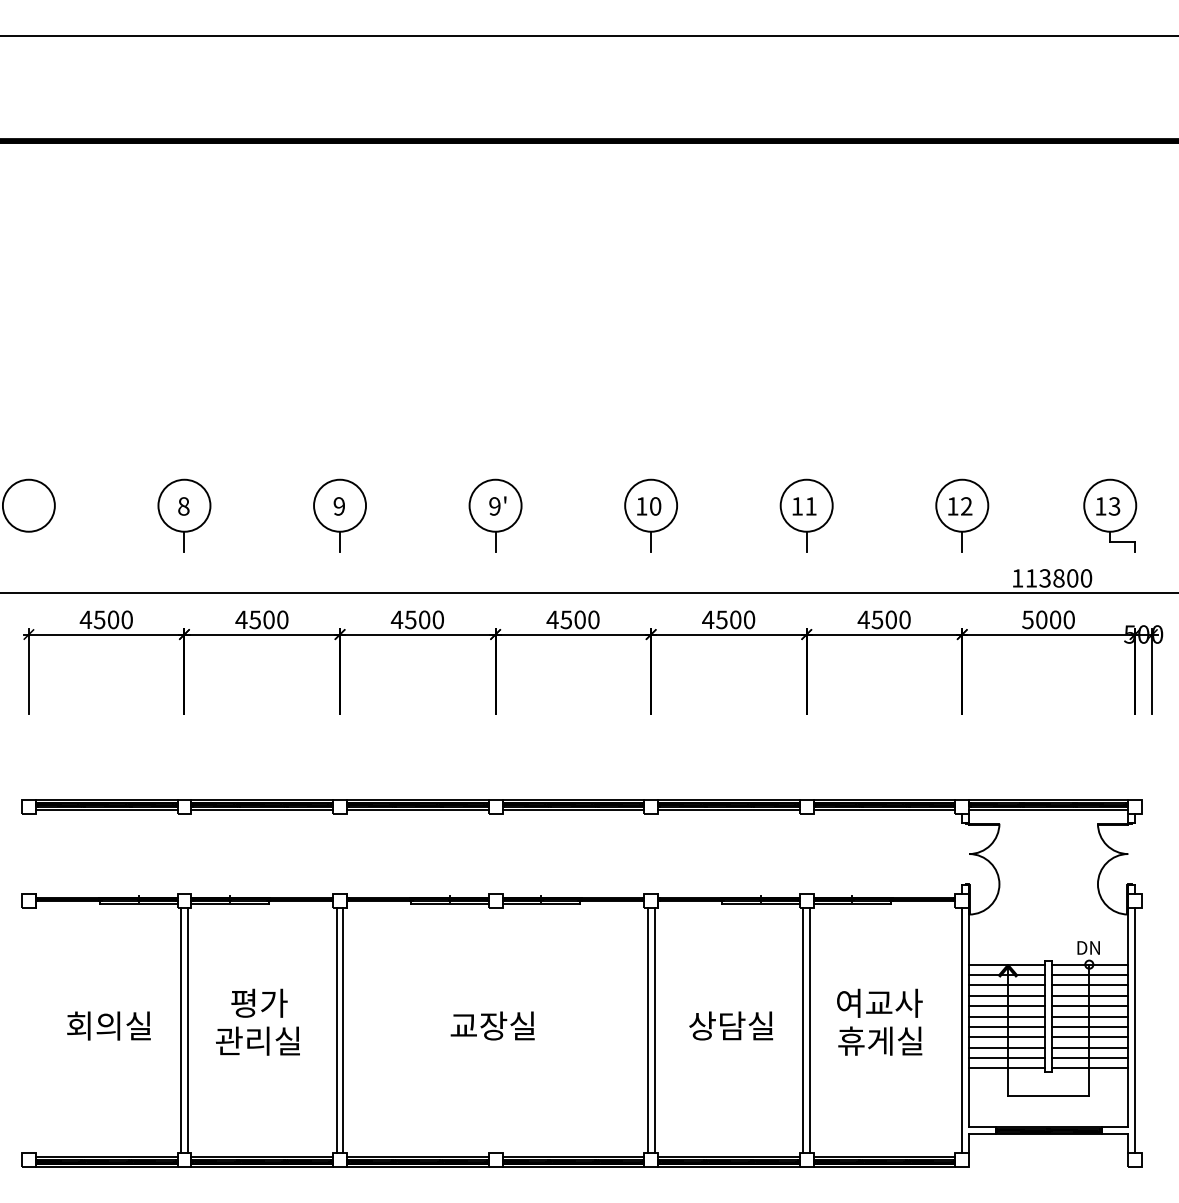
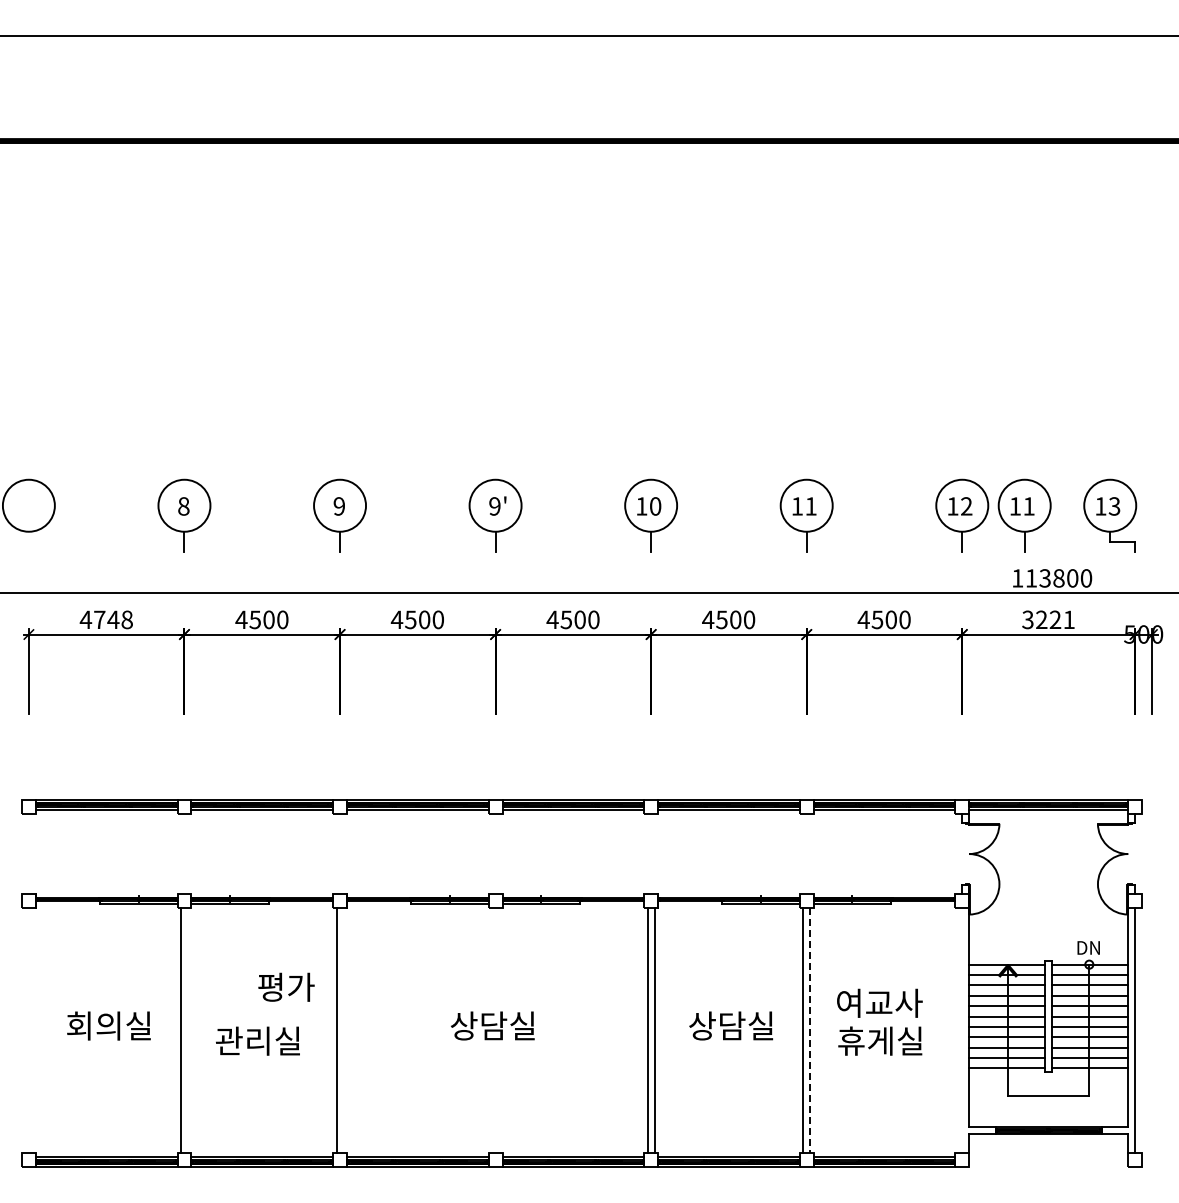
part at (1024, 515): none -> present
text at (112, 619): 4500 -> 4748
text at (1048, 619): 5000 -> 3221
text at (259, 1002) position: (259, 1002) -> (286, 986)
text at (478, 1025): 교장실 -> 상담실
line at (187, 1030): present -> none
line at (343, 1030): present -> none
line at (810, 1030): solid -> dashed
line at (962, 1030): present -> none
